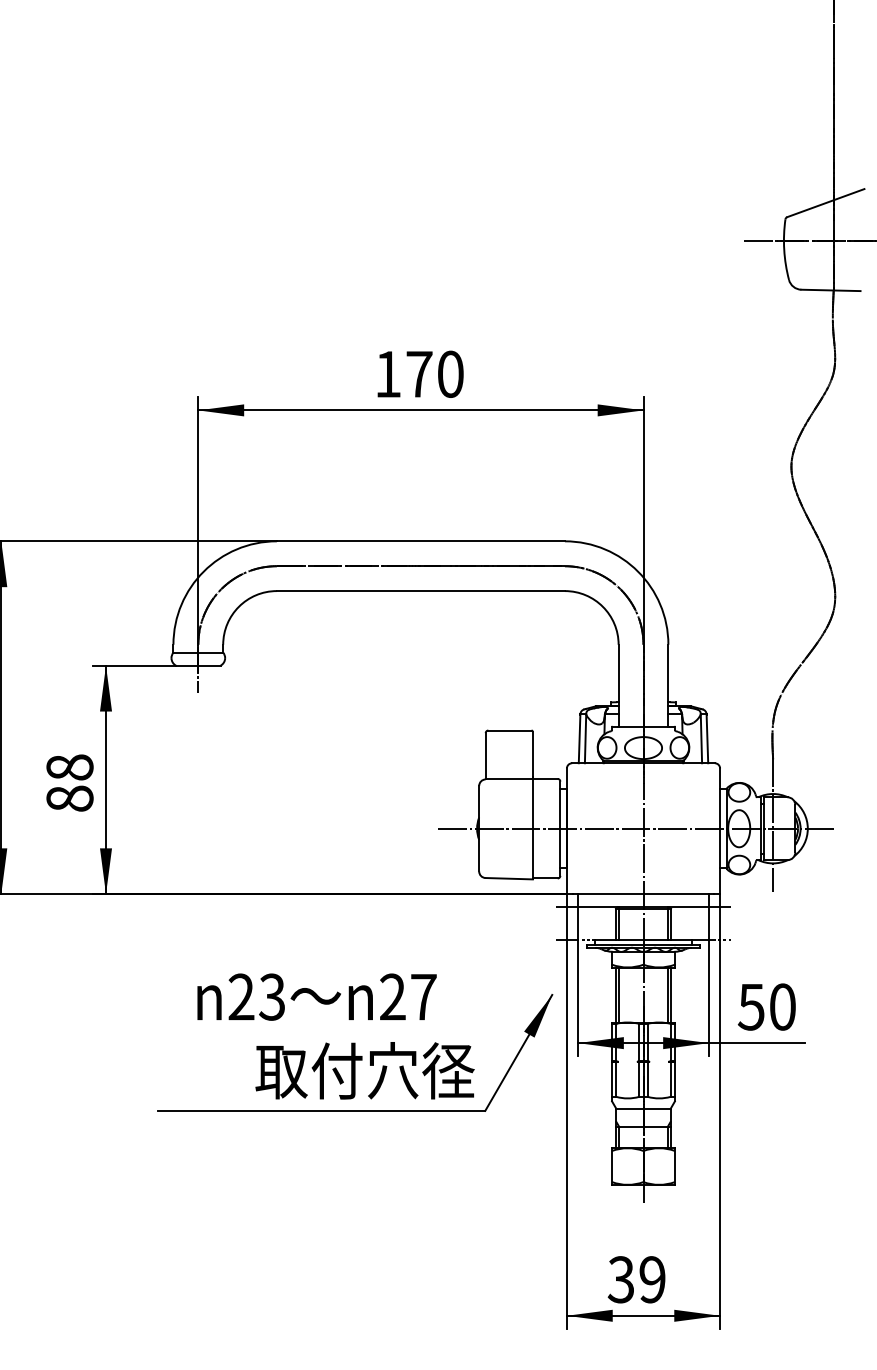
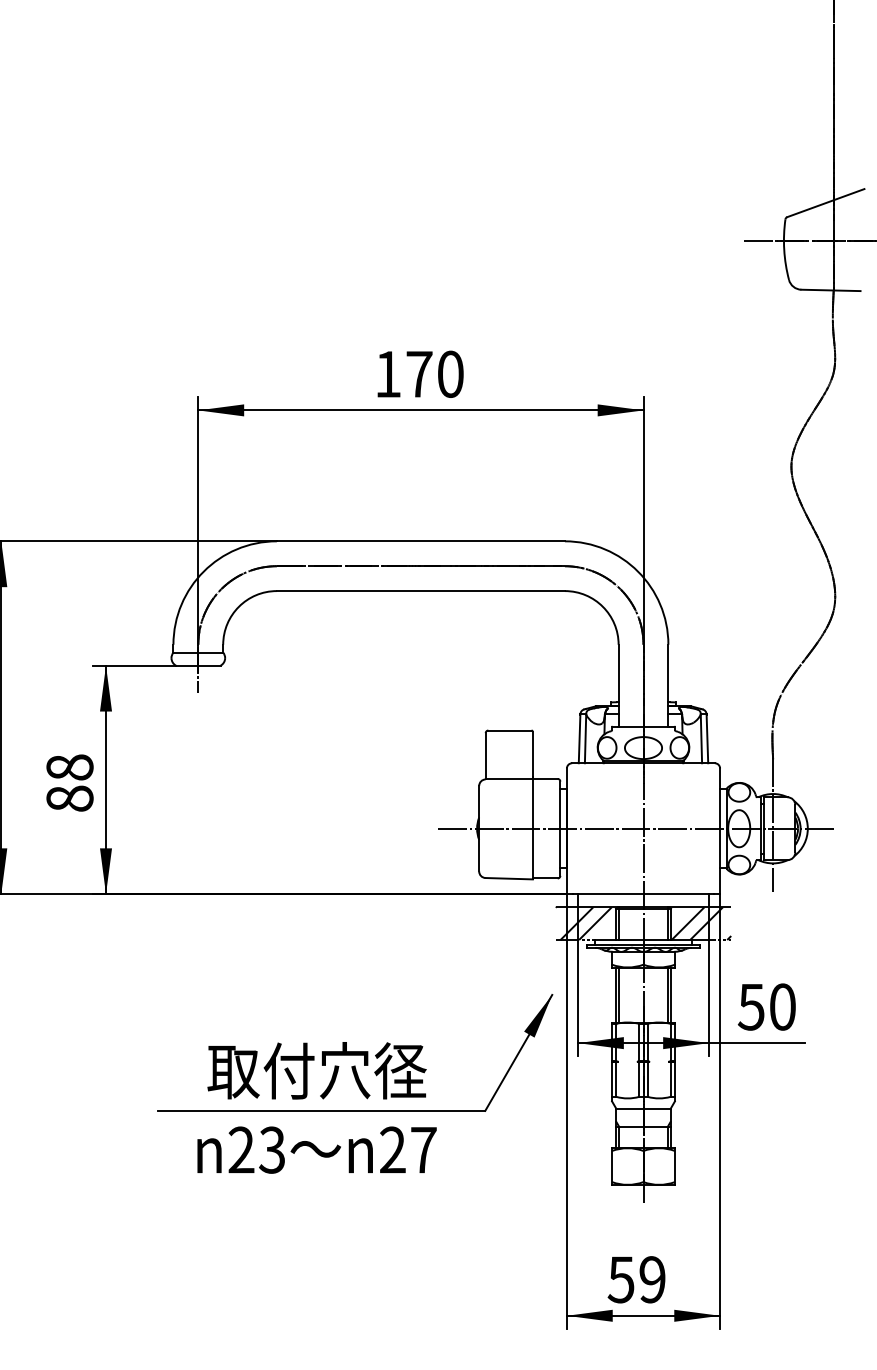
hatch at (583, 923): none -> present
hatch at (701, 923): none -> present
text at (316, 996) position: (316, 996) -> (316, 1149)
text at (364, 1070) position: (364, 1070) -> (316, 1070)
text at (620, 1279): 39 -> 59
